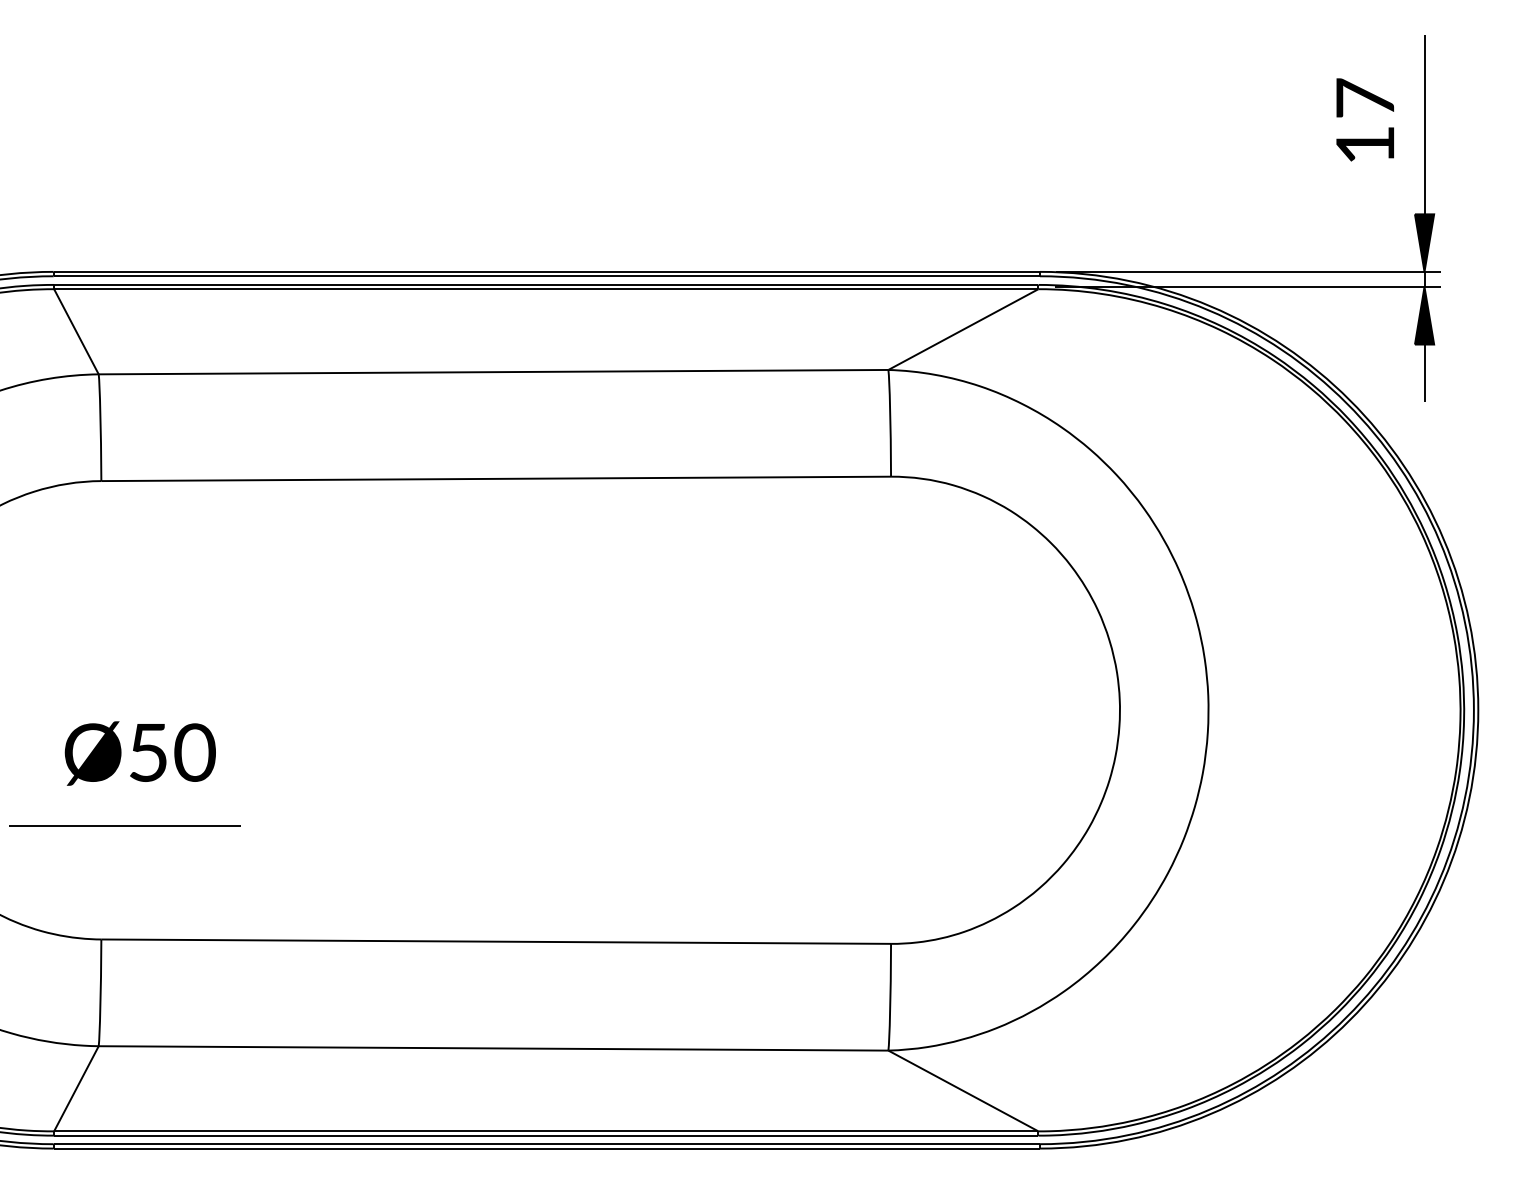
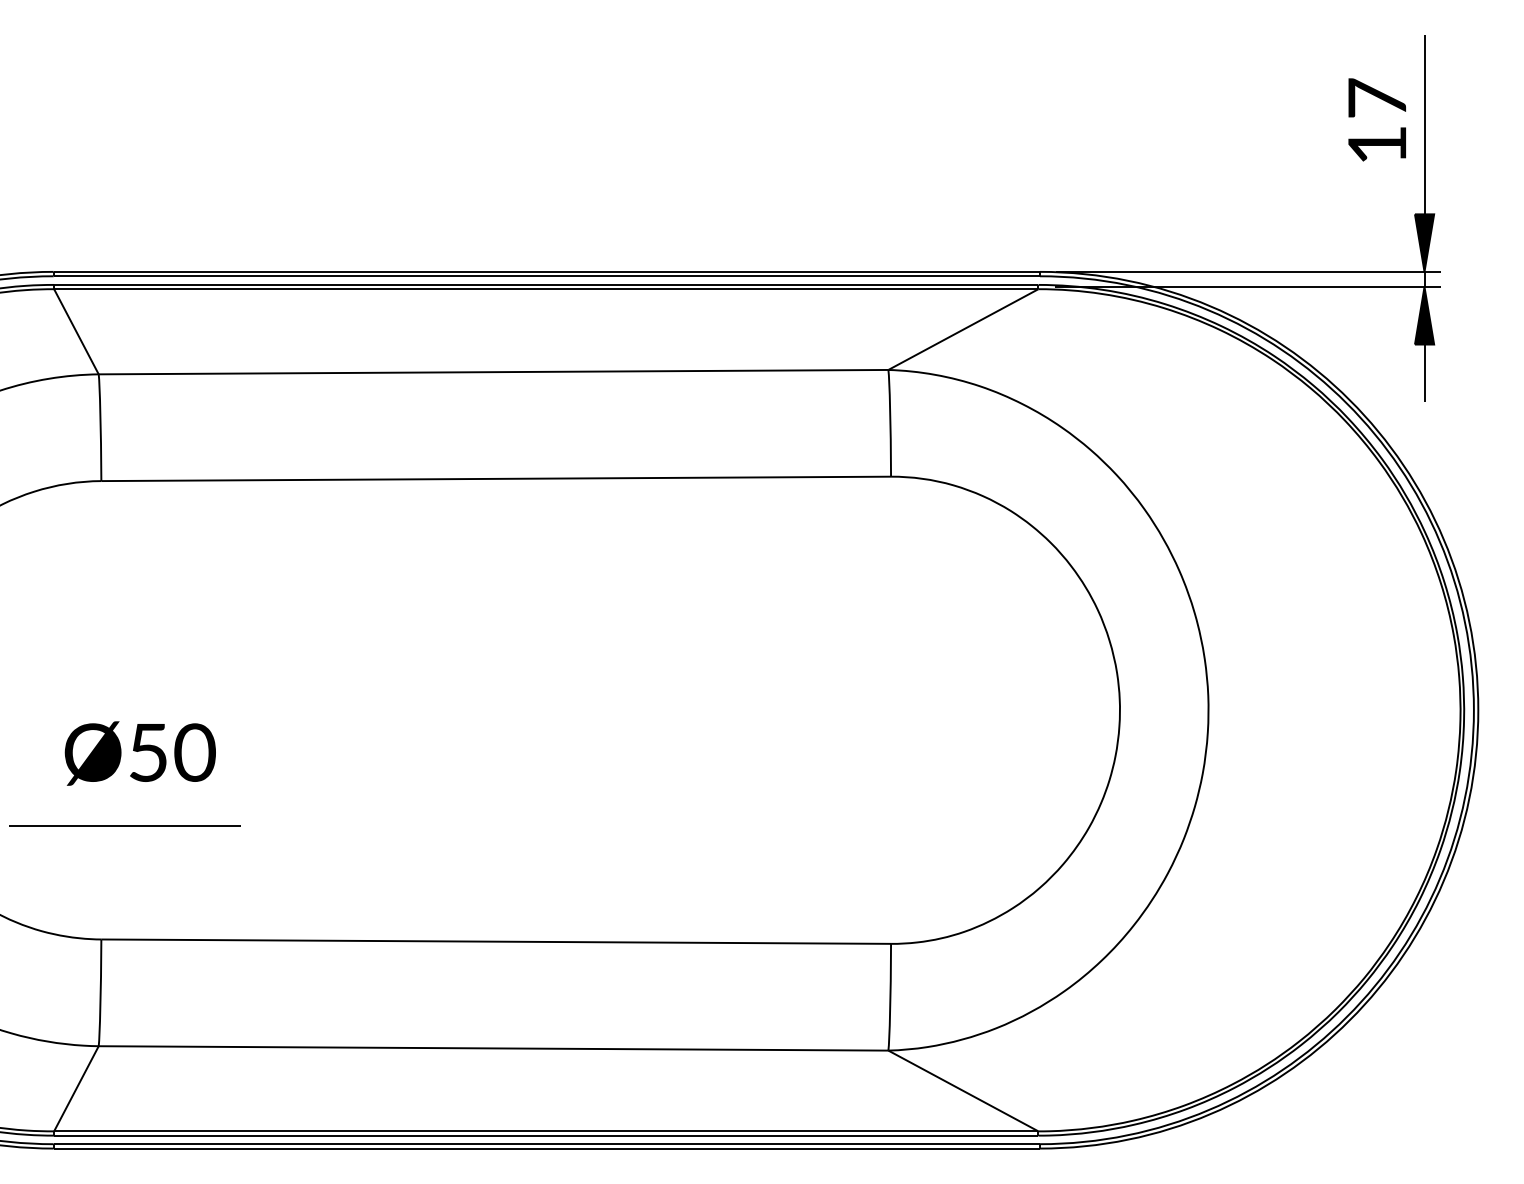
text at (1364, 119) position: (1364, 119) -> (1376, 119)
